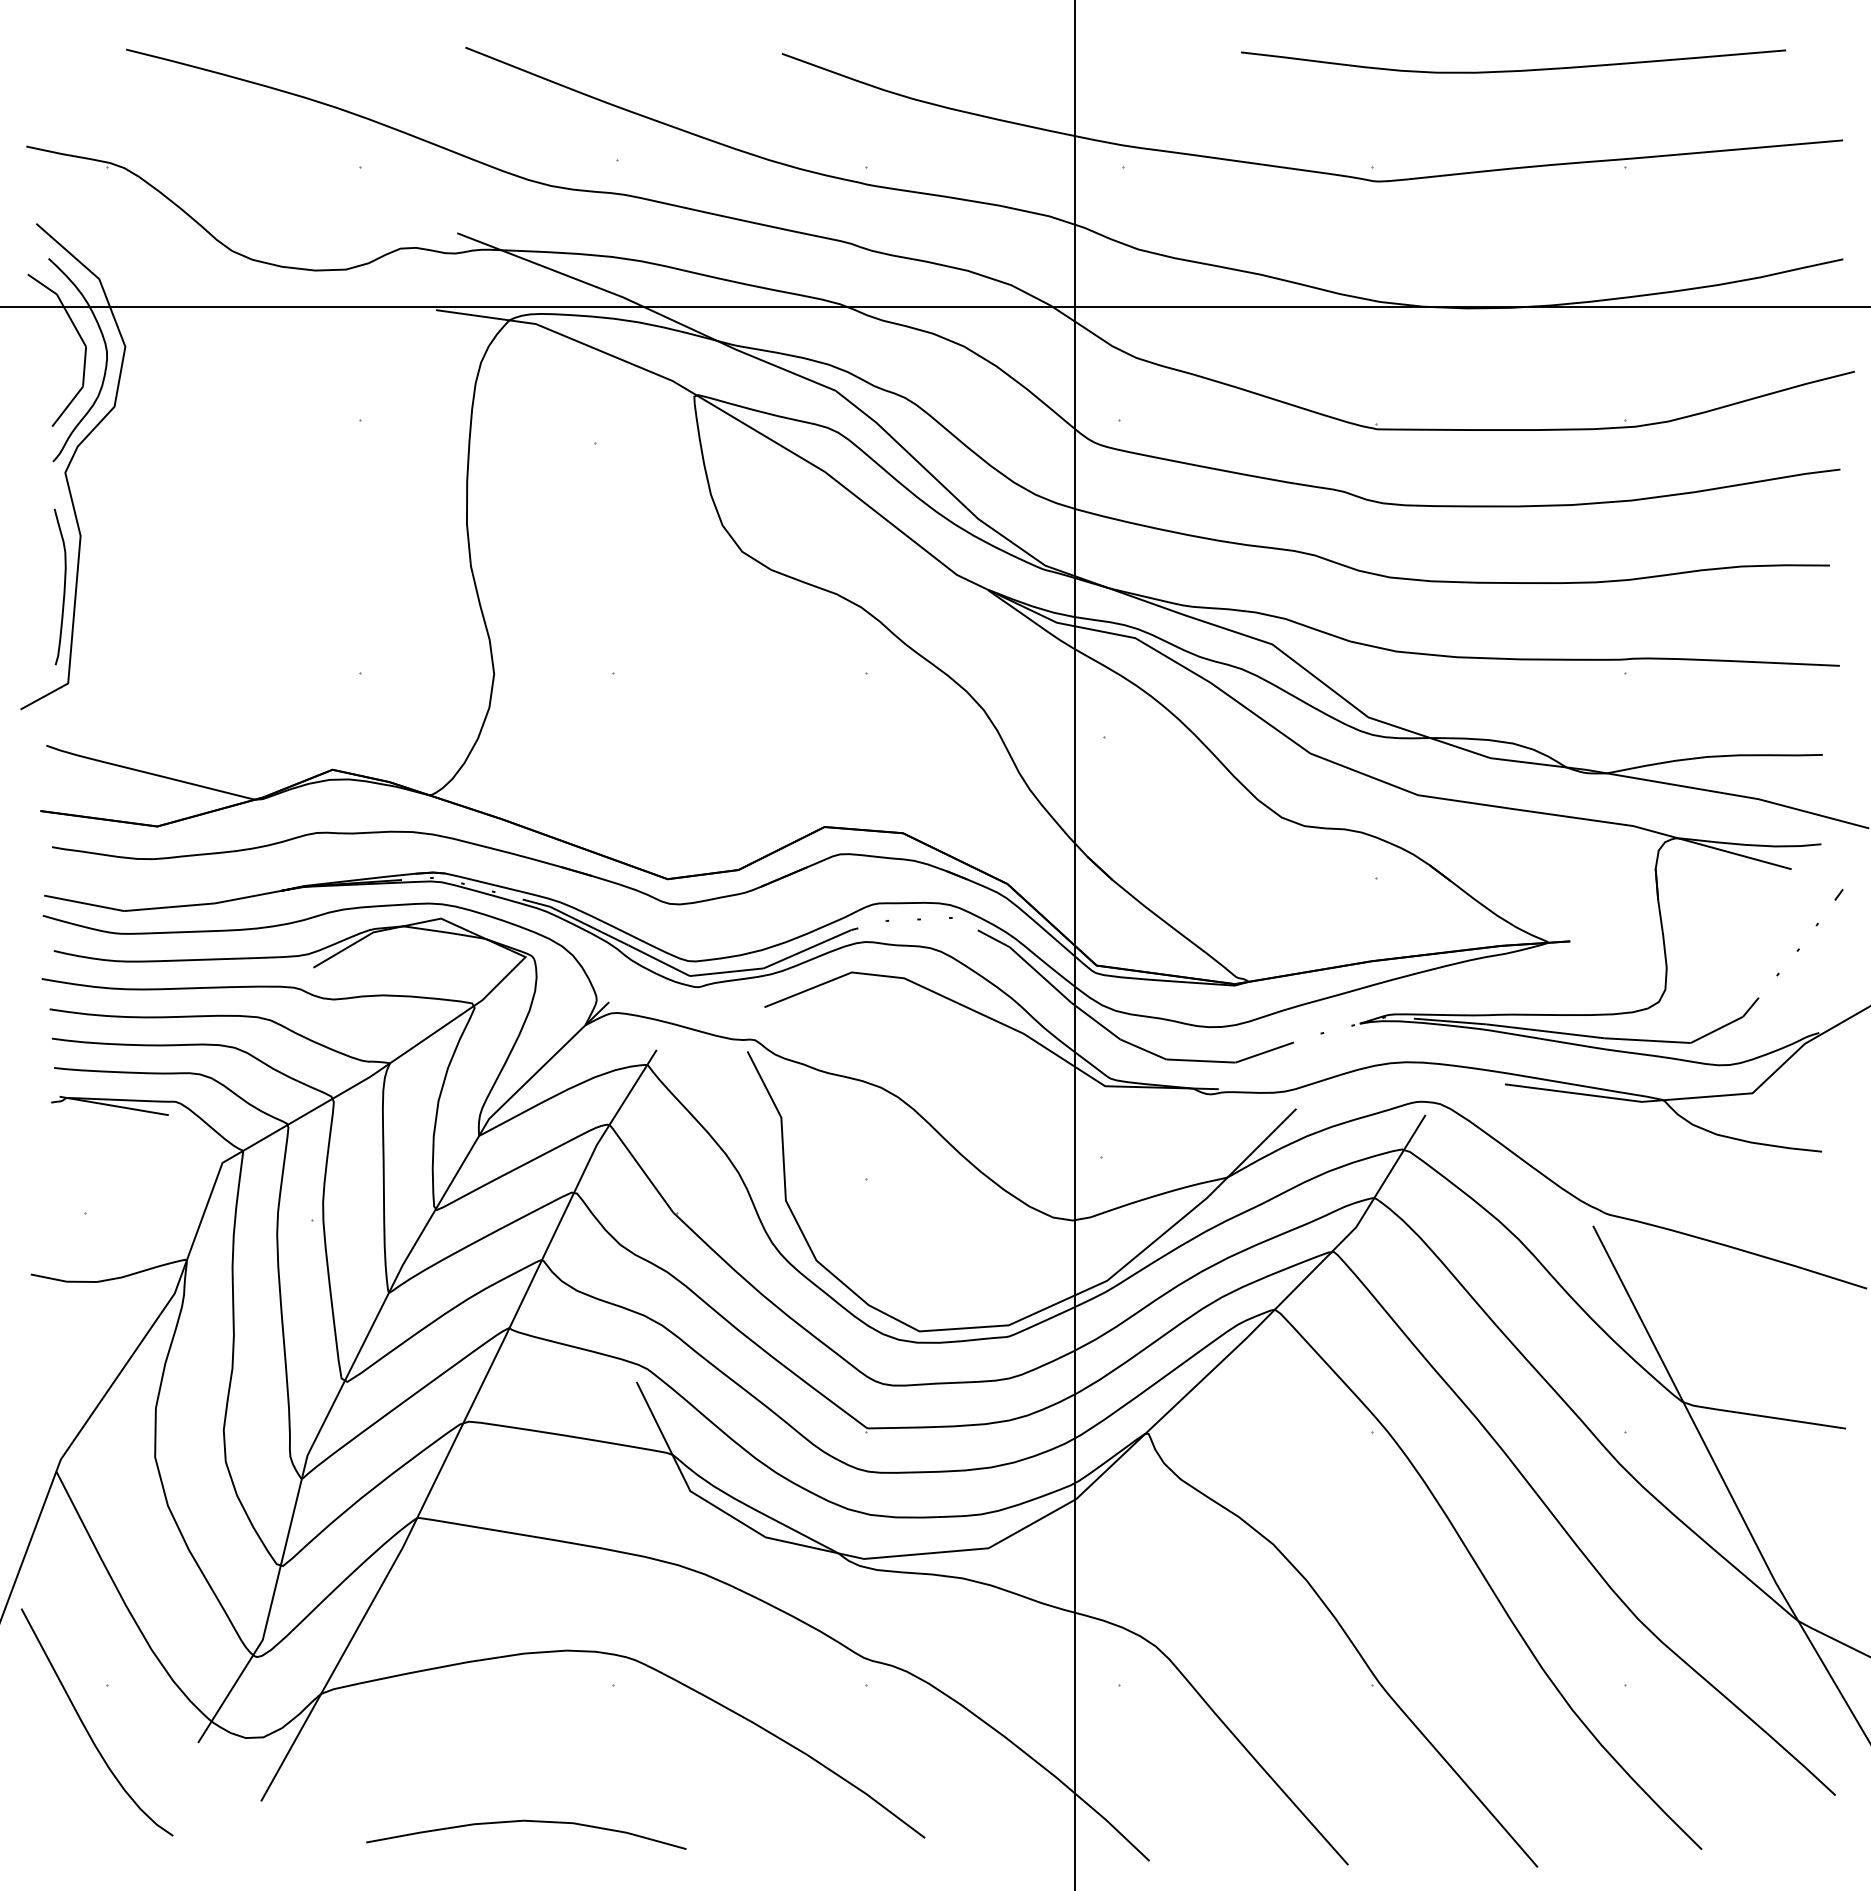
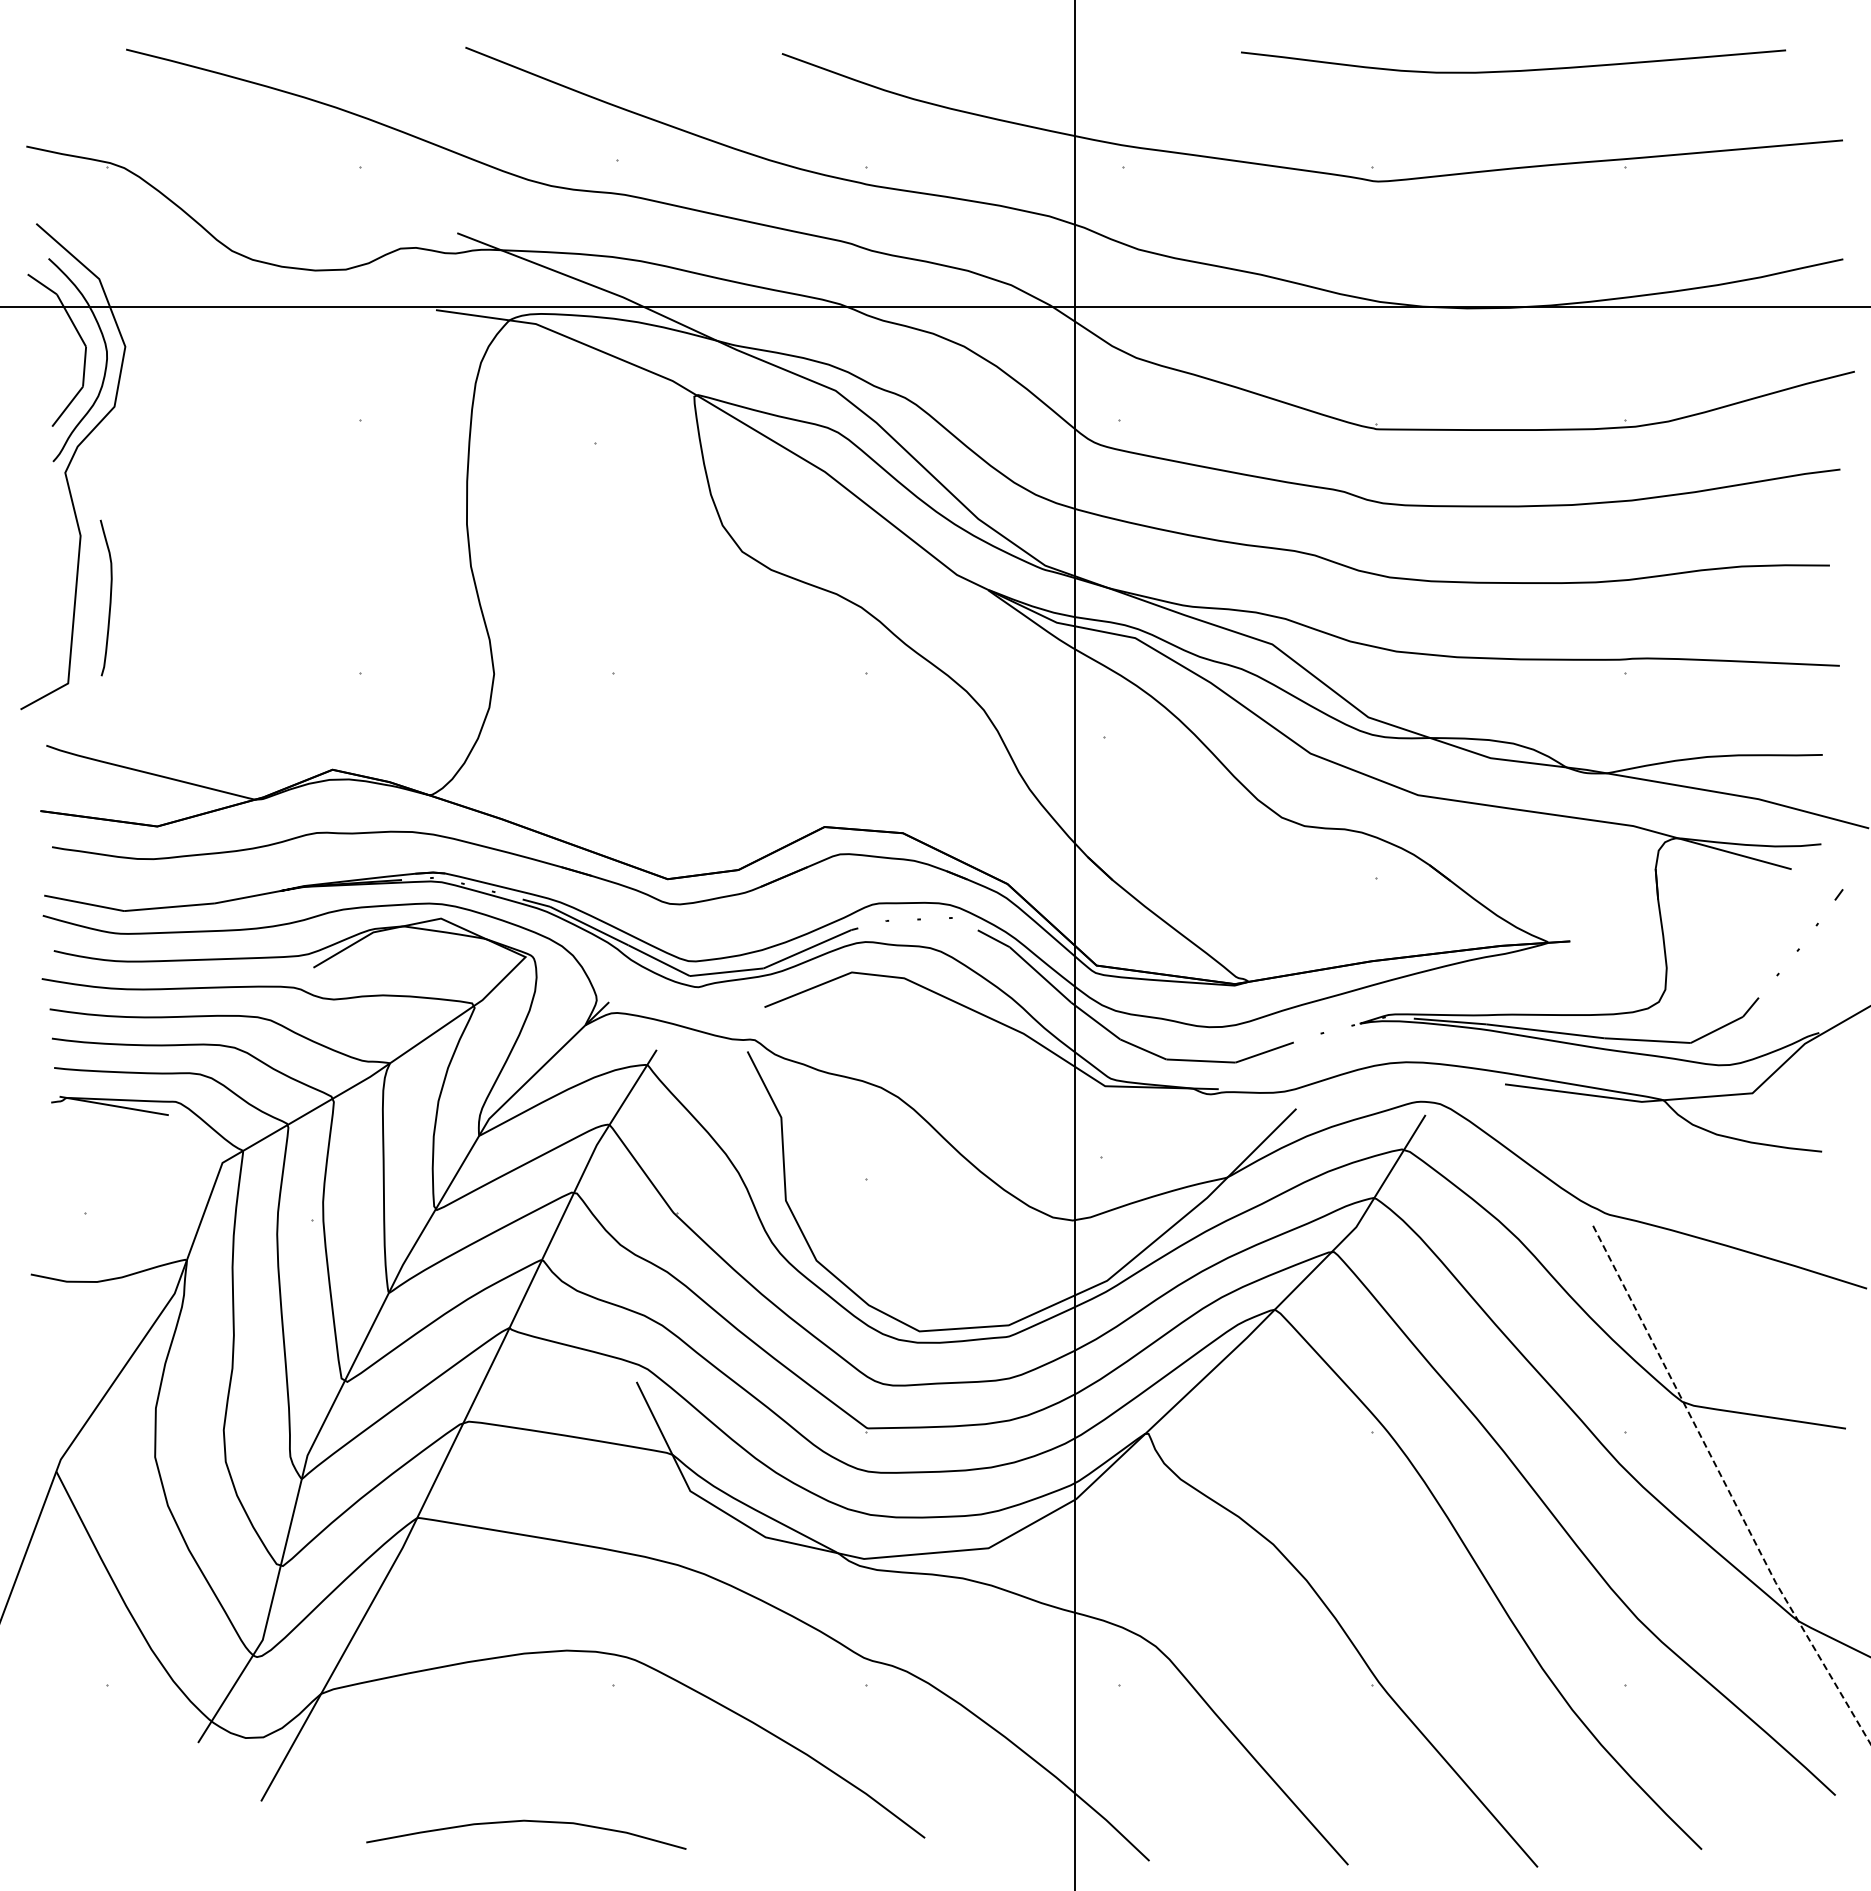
curve at (63, 586) position: (63, 586) -> (109, 597)
line at (1727, 1488): solid -> dashed
curve at (86, 1727): present -> none
